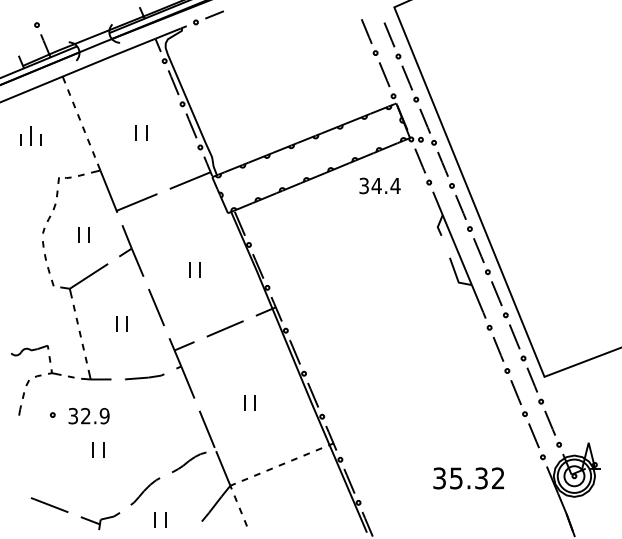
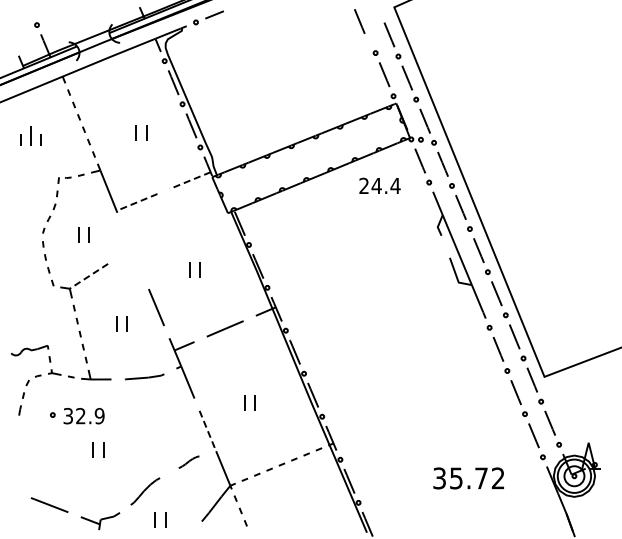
line at (366, 31) position: (366, 31) -> (359, 21)
line at (189, 180): solid -> dashed
text at (363, 186): 34.4 -> 24.4
line at (136, 202): solid -> dashed
part at (131, 250): present -> none
line at (88, 276): solid -> dashed
text at (88, 416) position: (88, 416) -> (83, 416)
line at (207, 429): solid -> dashed
part at (188, 461) size: 36x22 px -> 22x14 px
text at (481, 478): 35.32 -> 35.72
